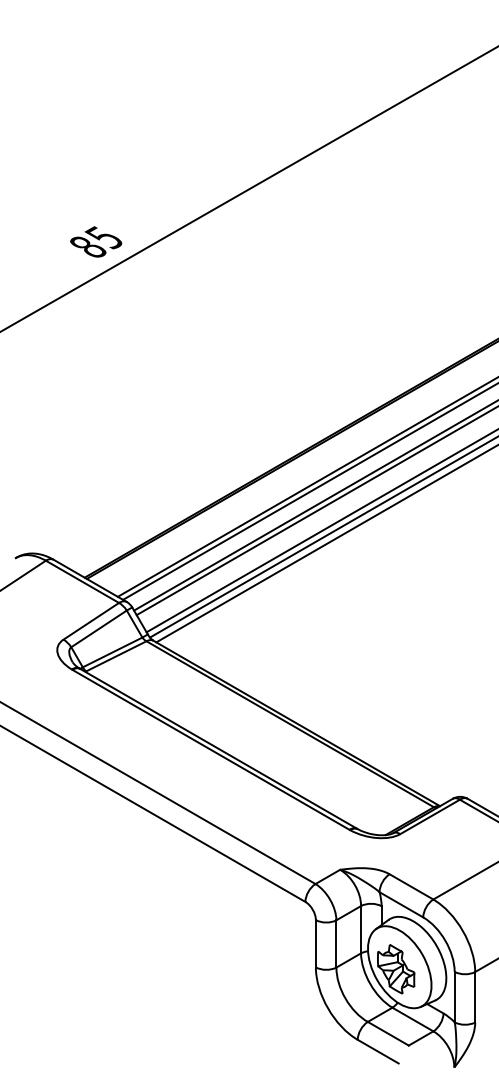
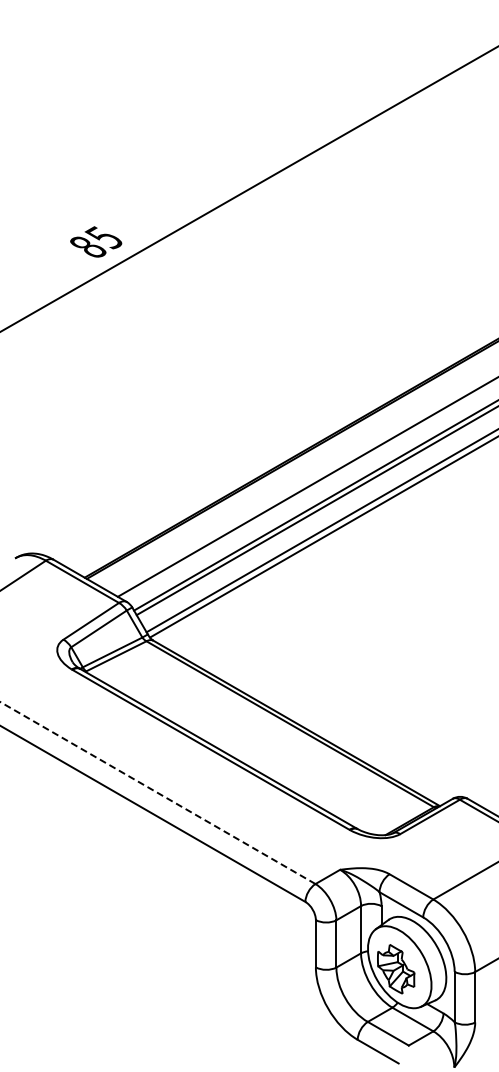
line at (309, 491): present -> none
line at (325, 544): present -> none
line at (157, 792): solid -> dashed
